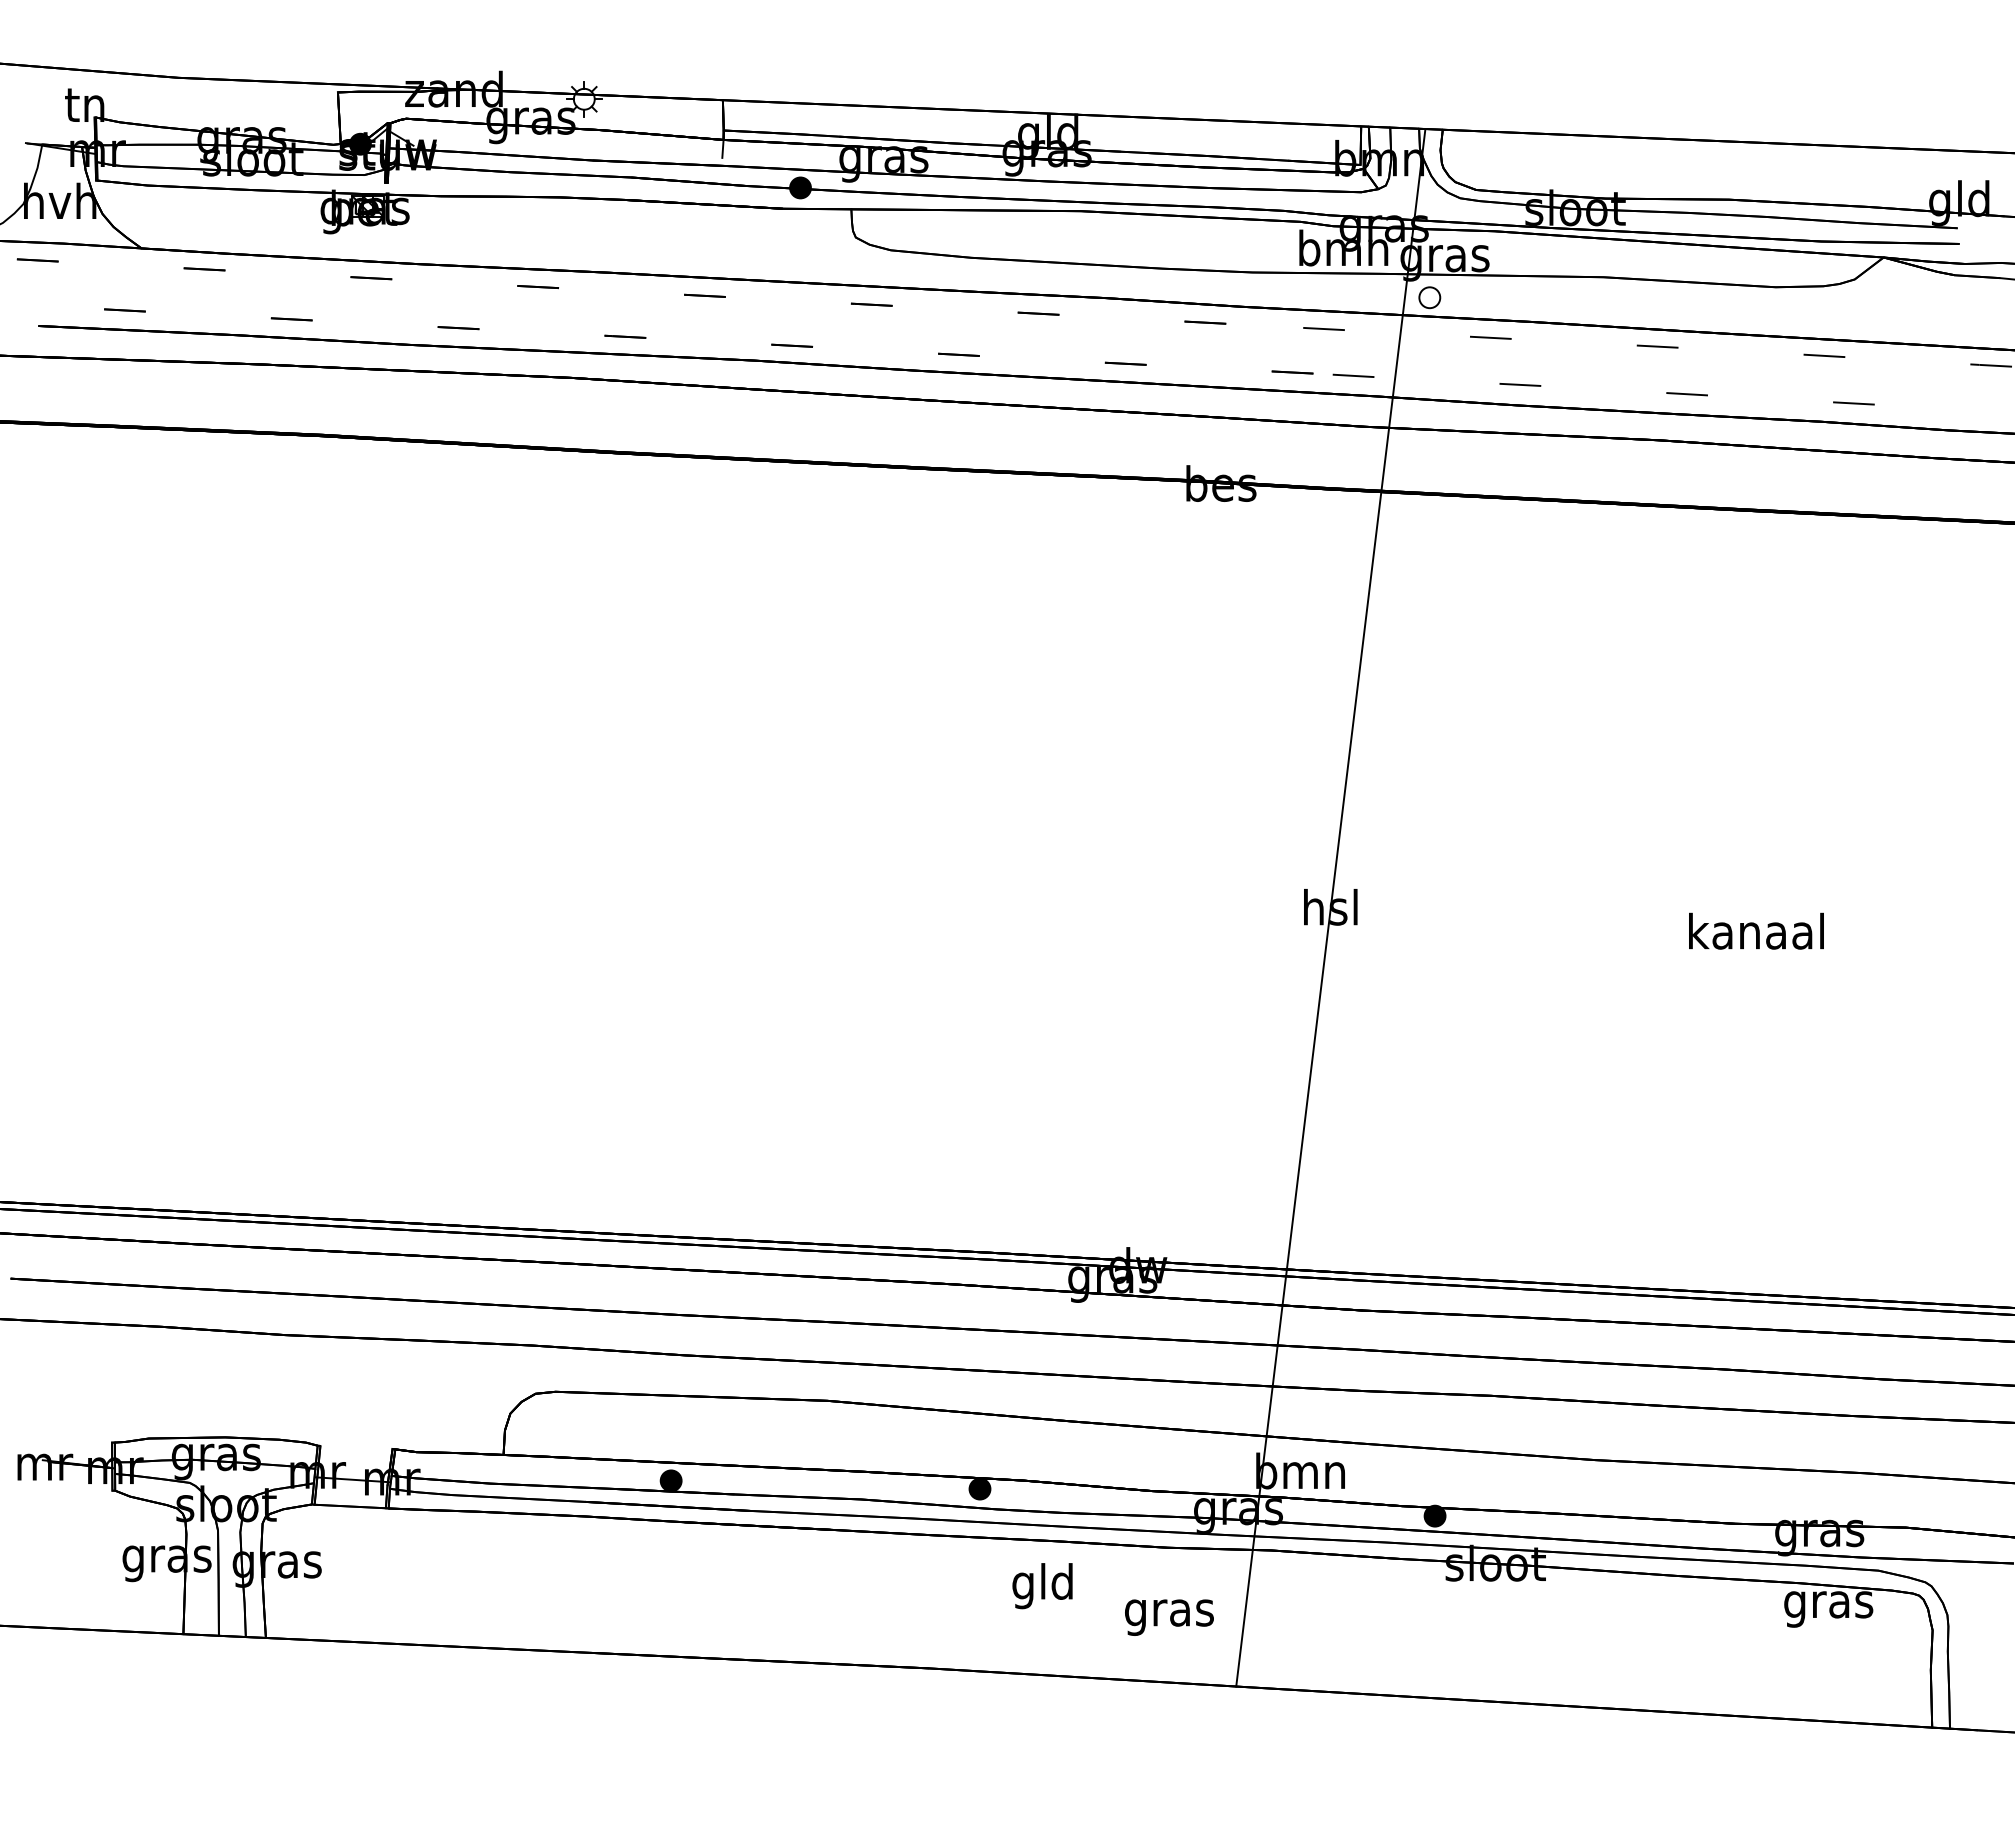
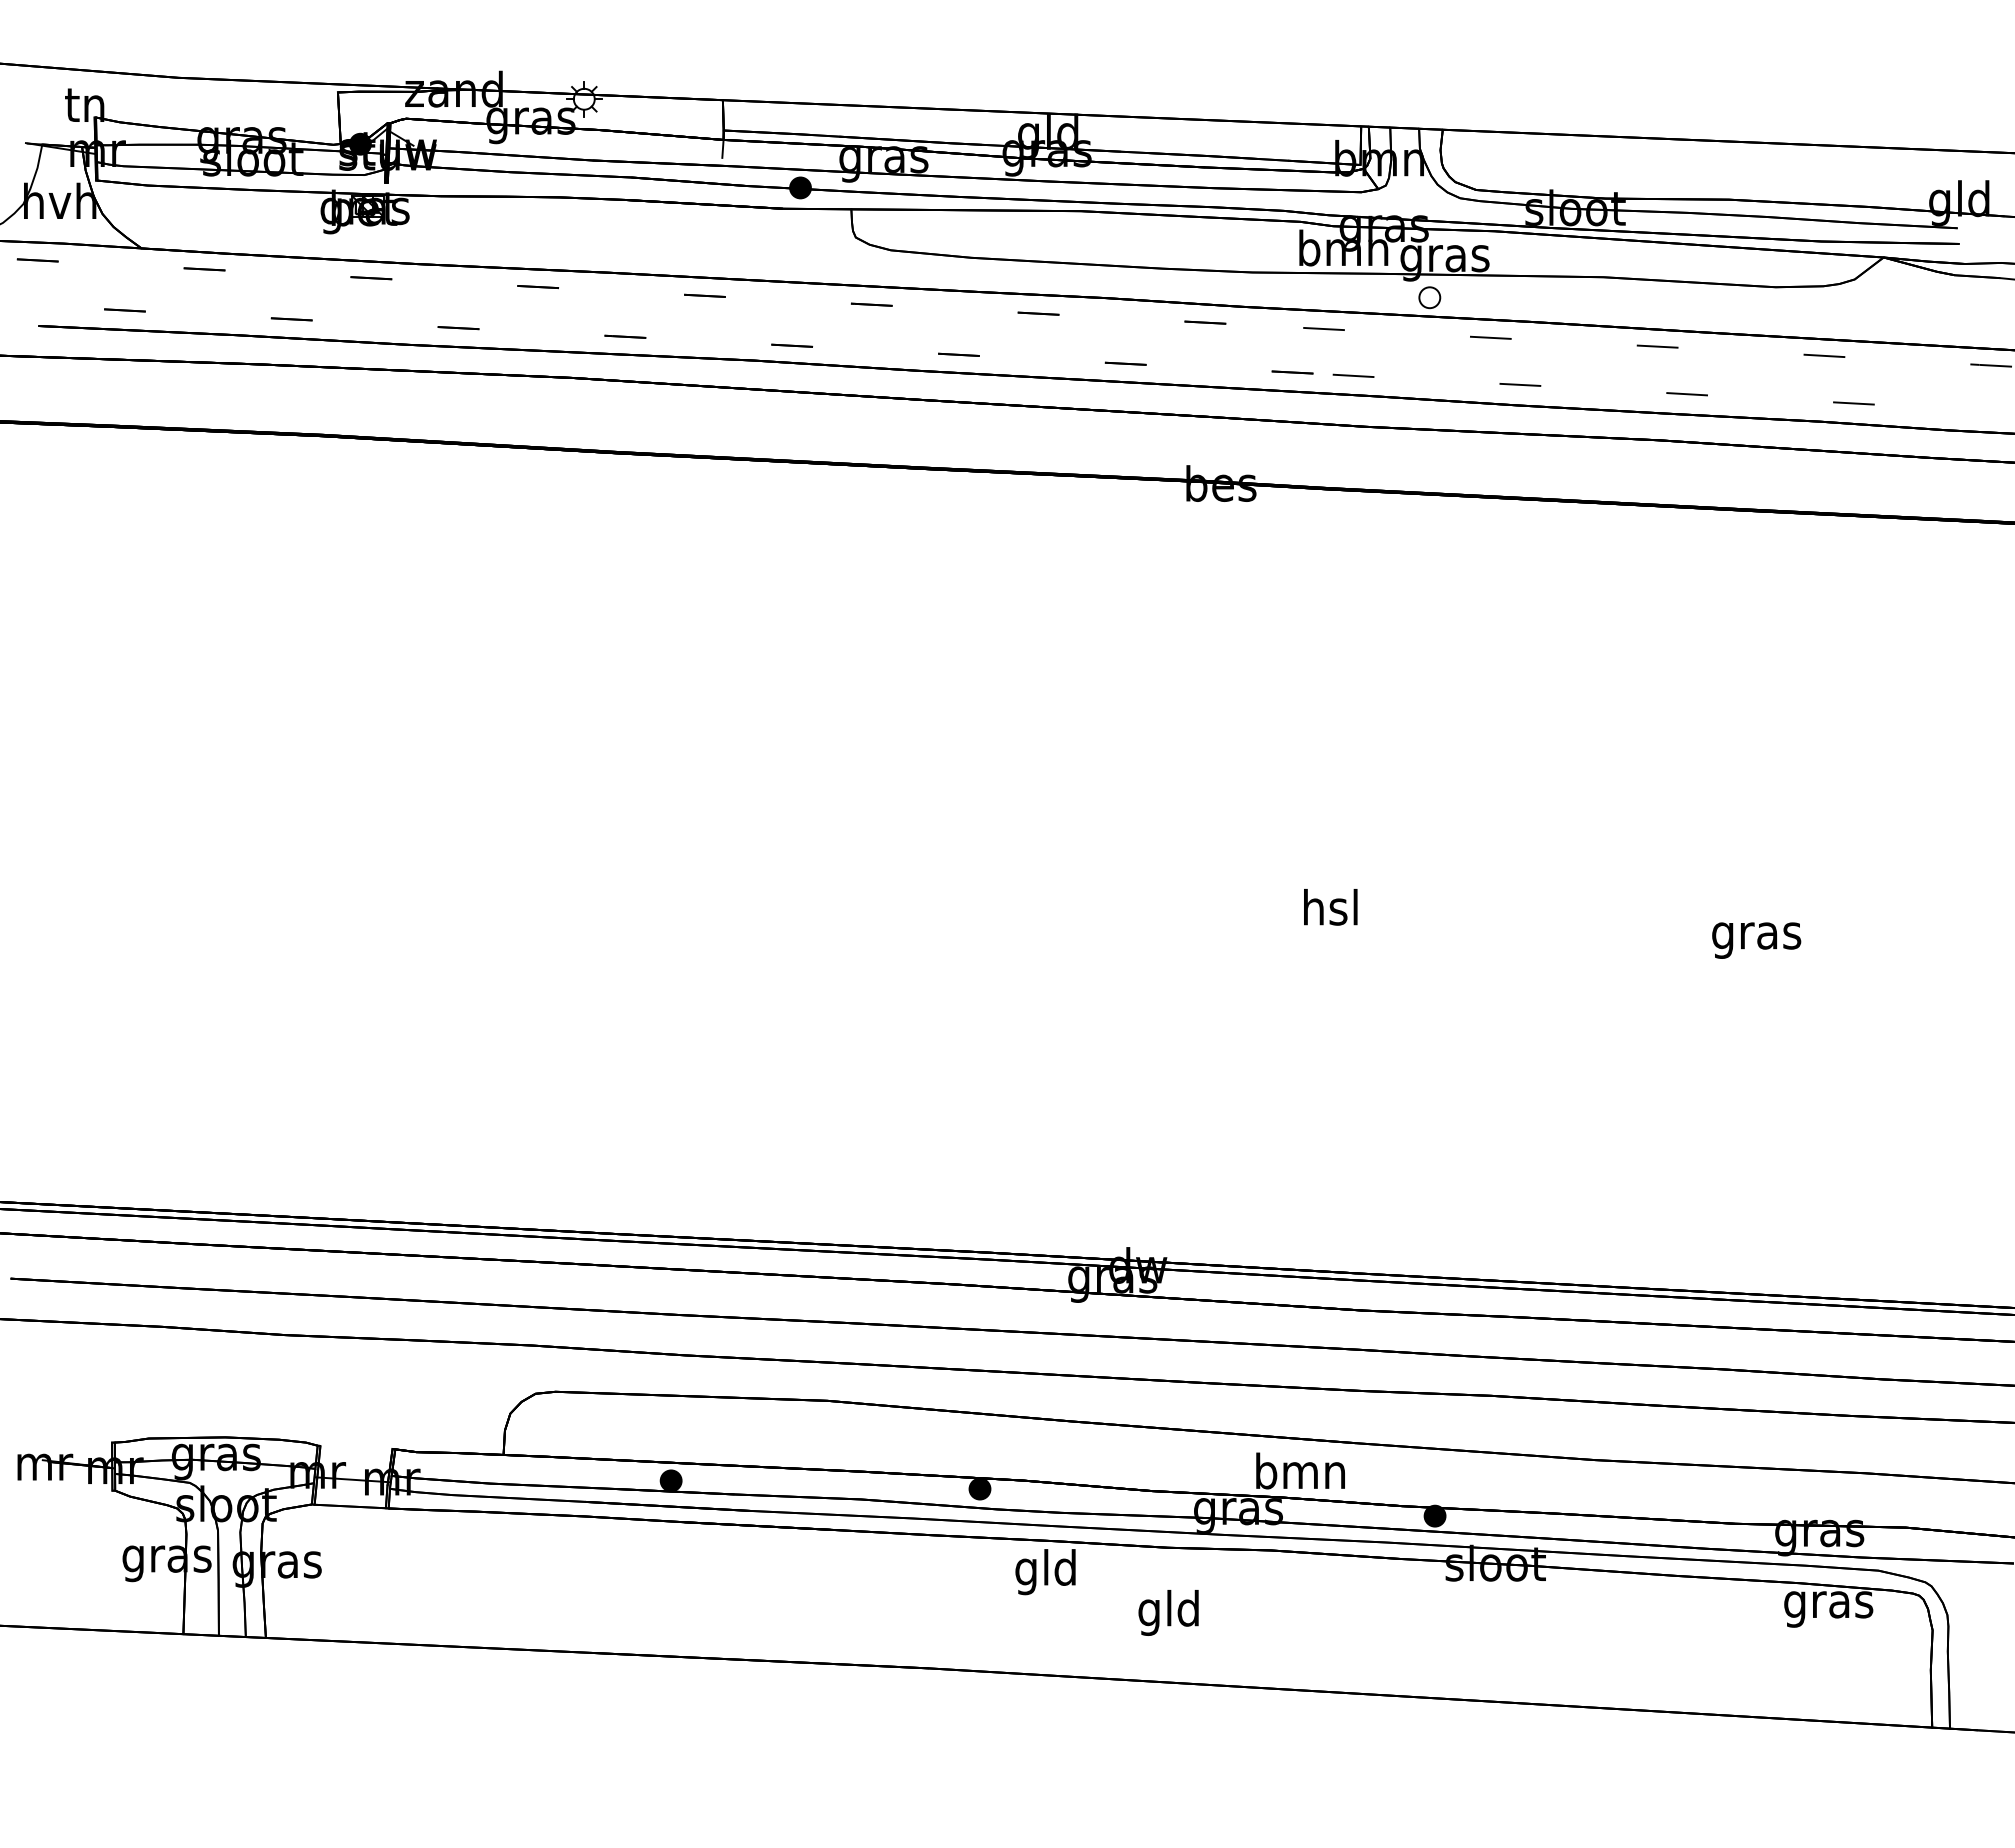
line at (1330, 907): present -> none
text at (1756, 935): kanaal -> gras
text at (1042, 1586) position: (1042, 1586) -> (1045, 1572)
text at (1169, 1612): gras -> gld
